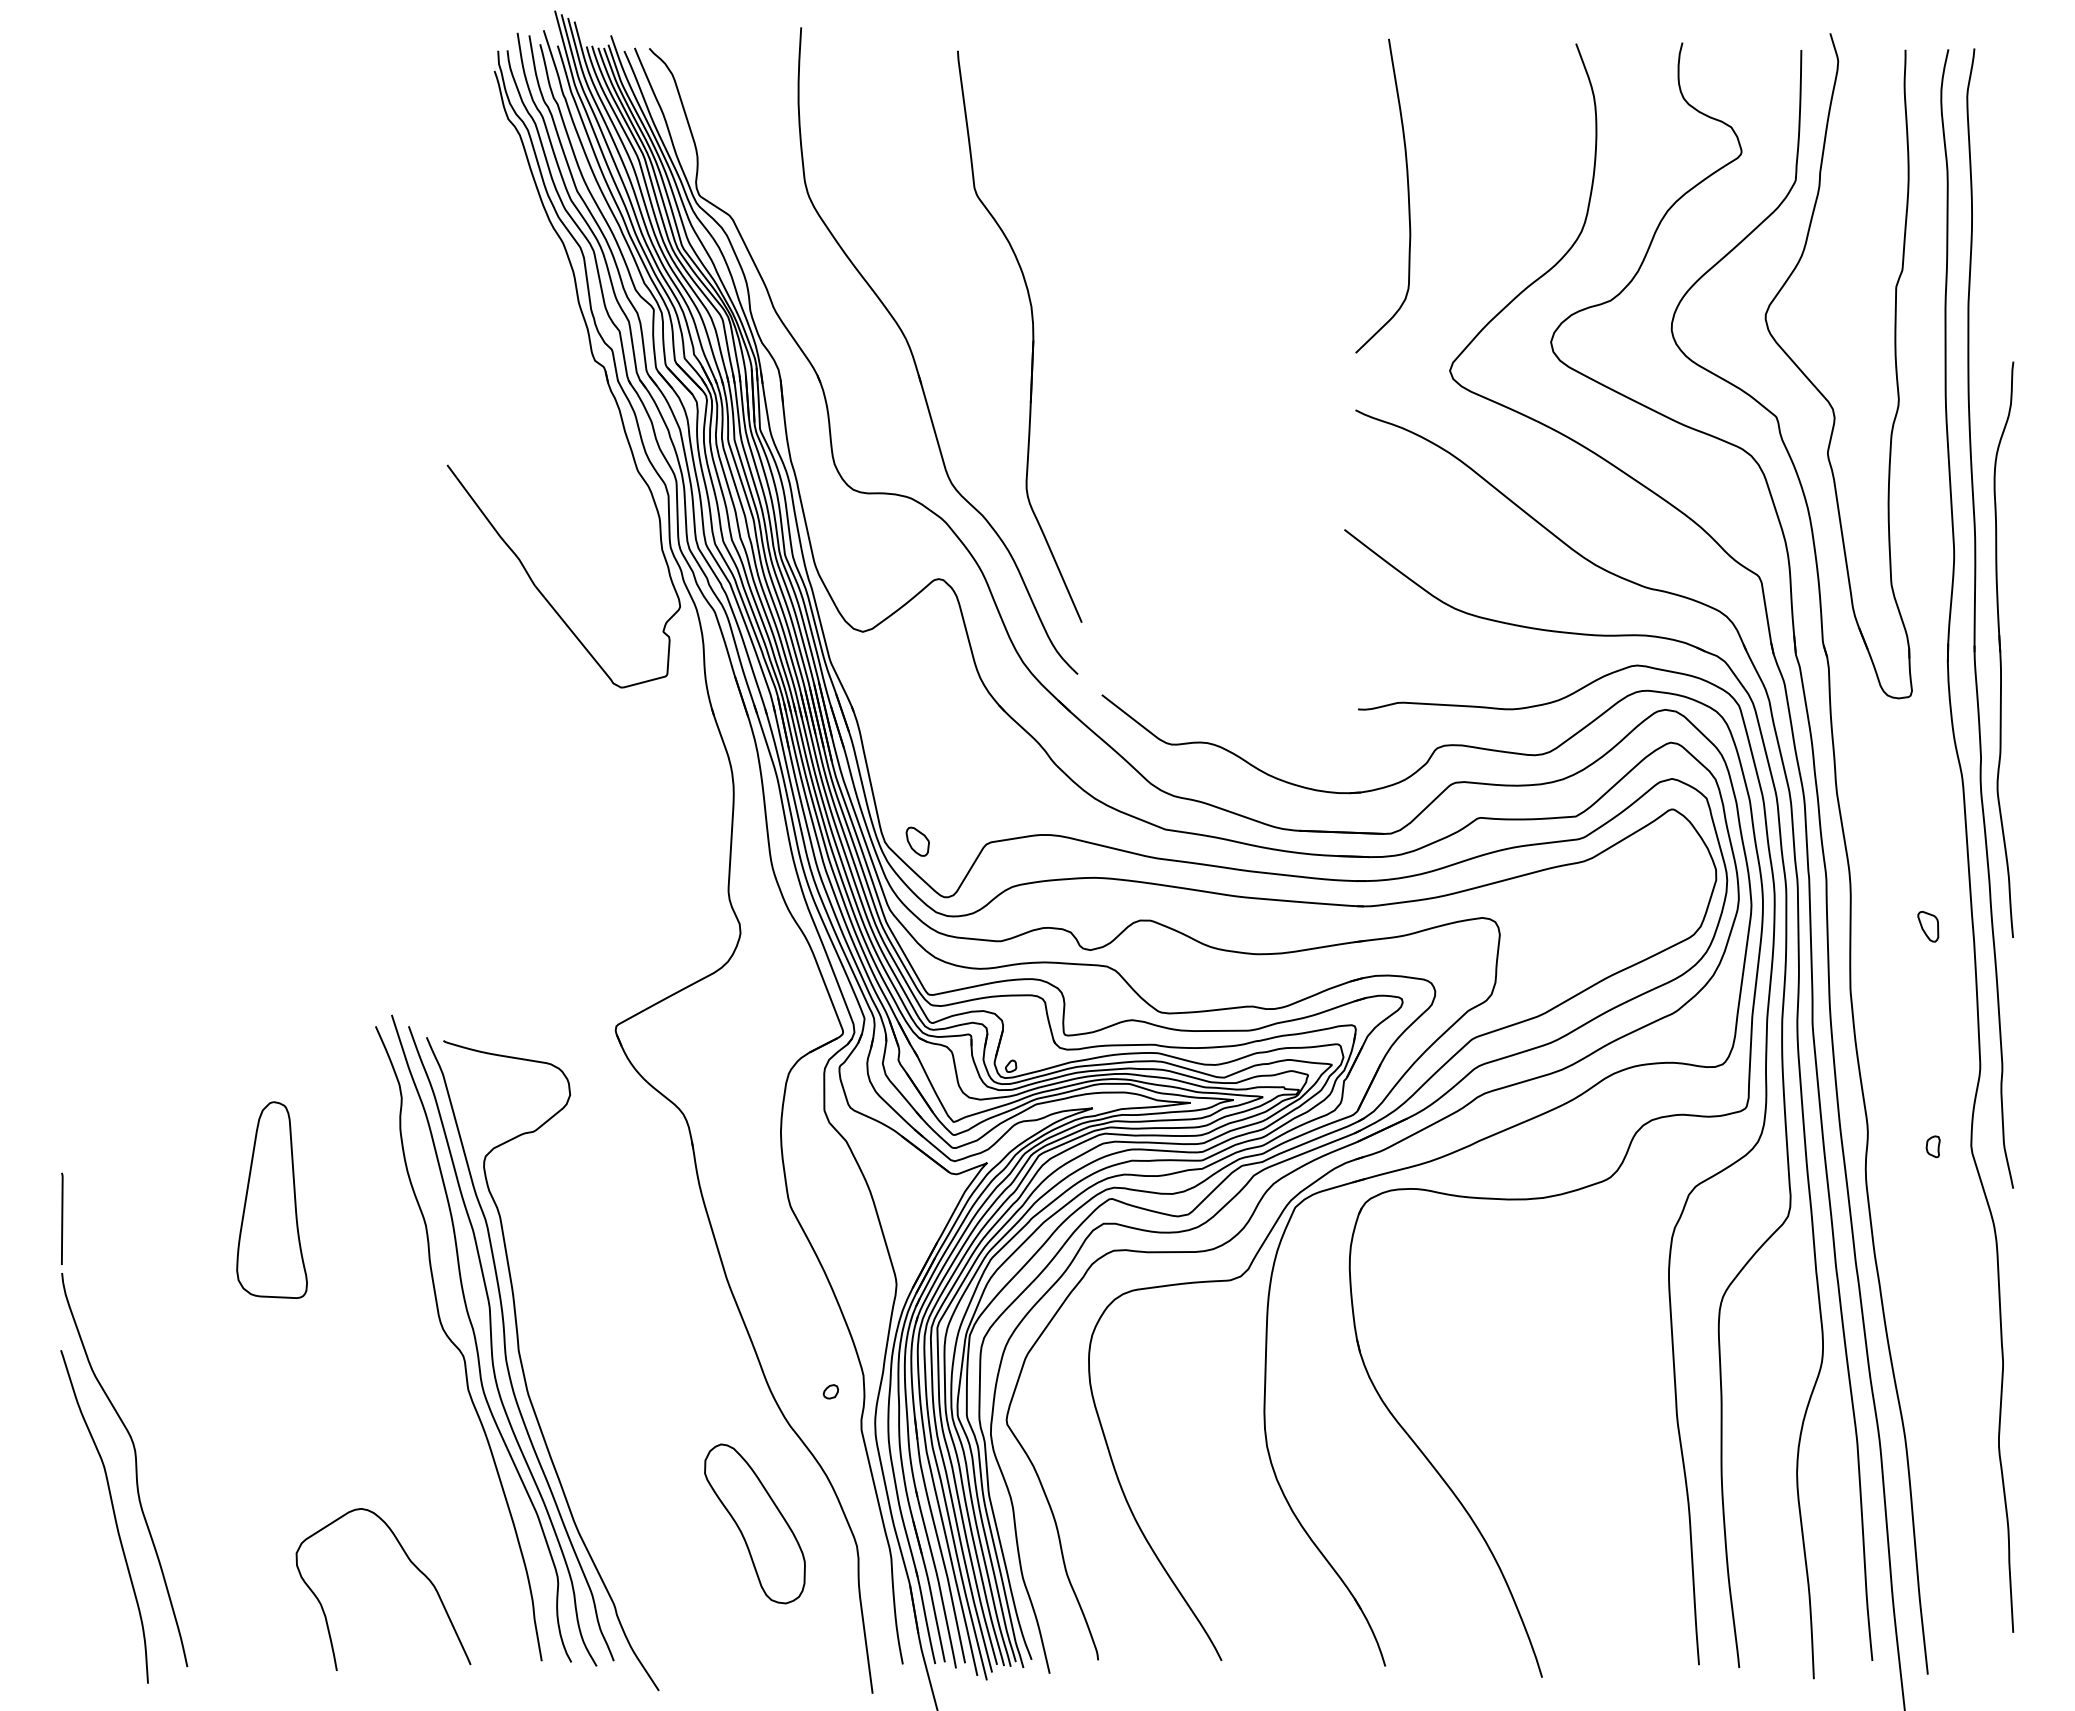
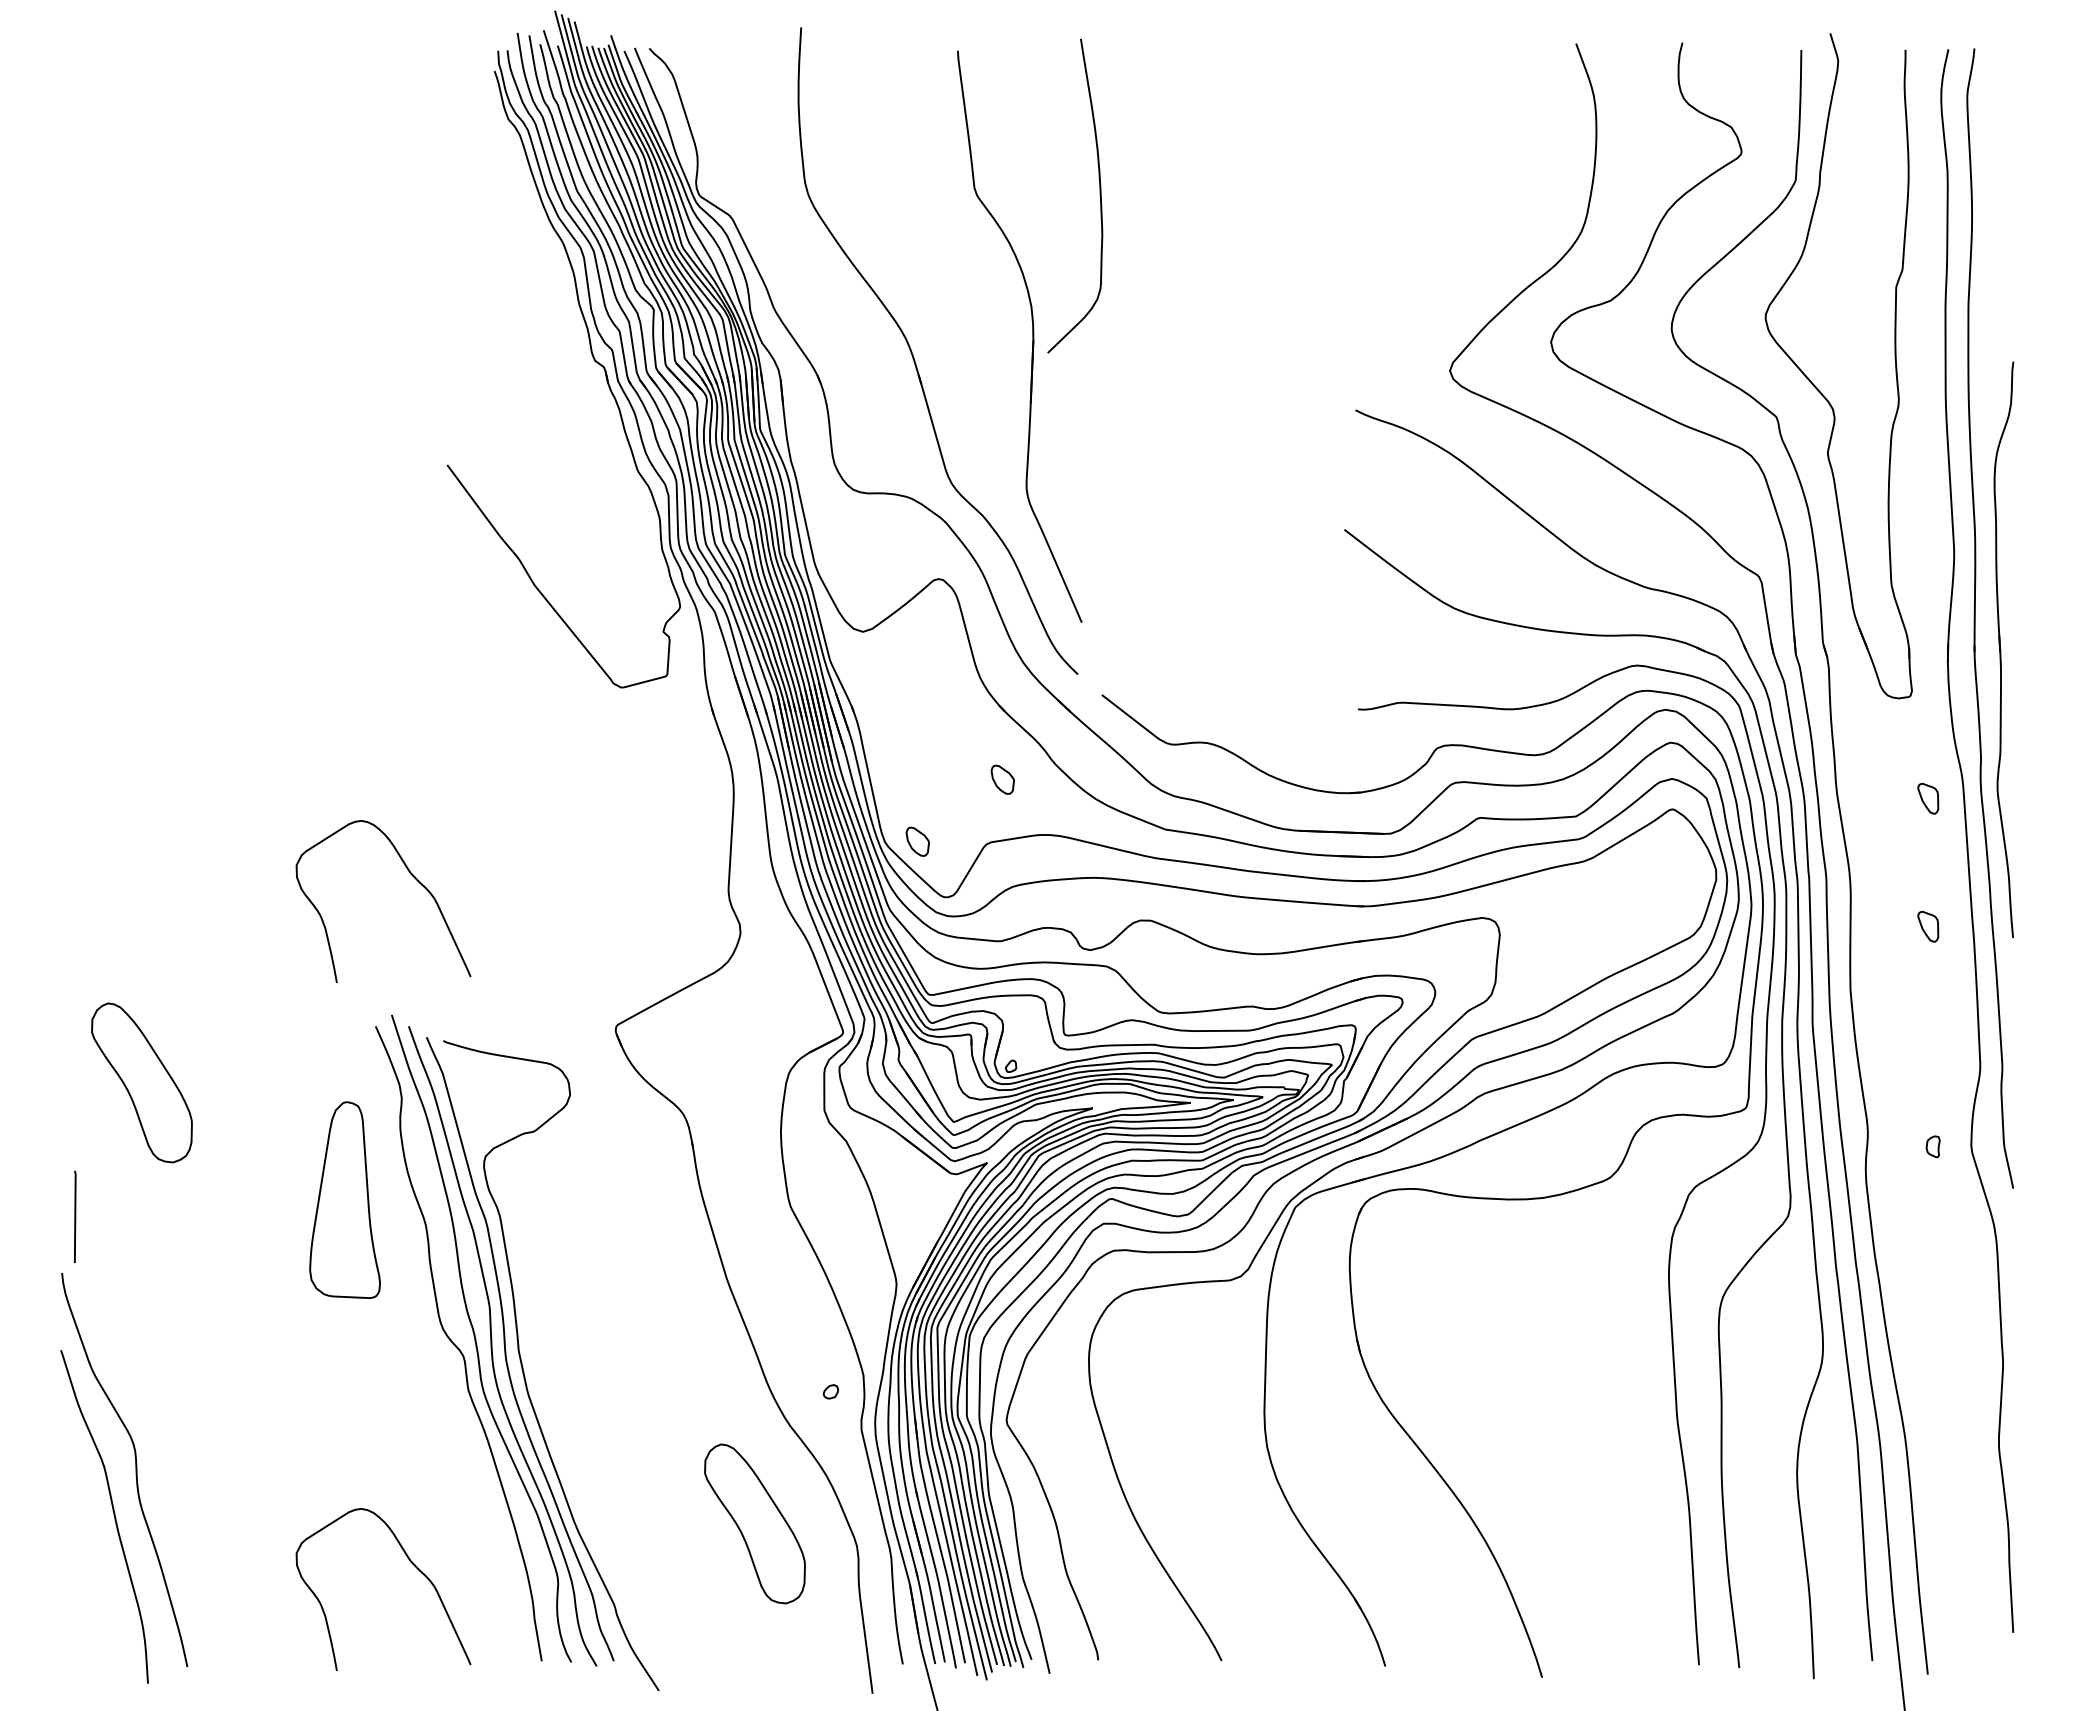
curve at (1407, 195) position: (1407, 195) -> (1099, 195)
part at (1002, 779): none -> present
part at (1928, 798): none -> present
curve at (410, 874): none -> present
part at (141, 1082): none -> present
part at (271, 1199) position: (271, 1199) -> (344, 1199)
line at (62, 1218) position: (62, 1218) -> (75, 1216)
